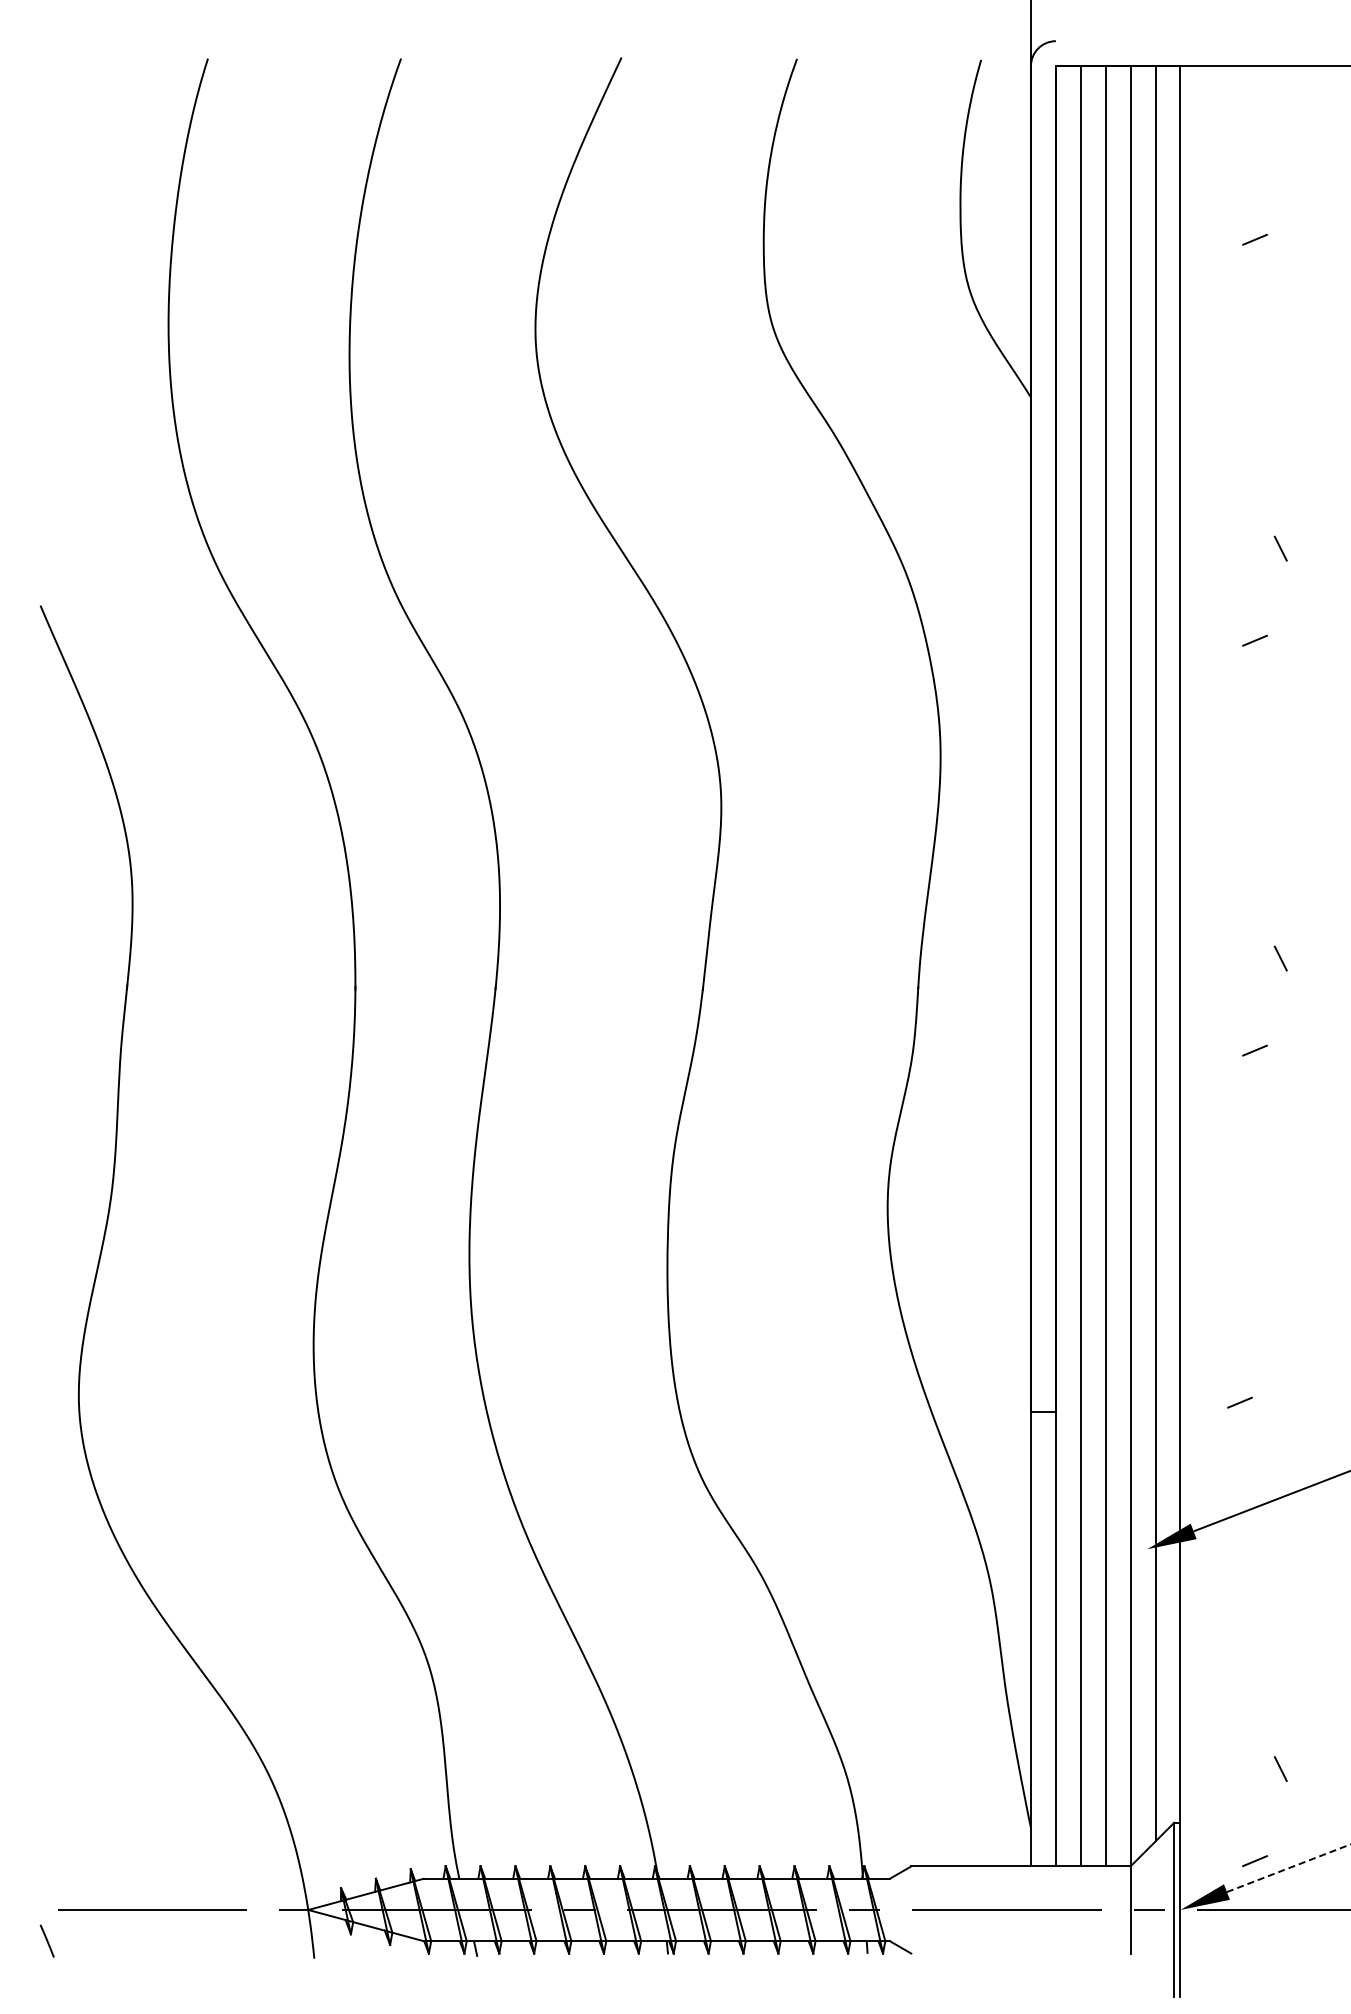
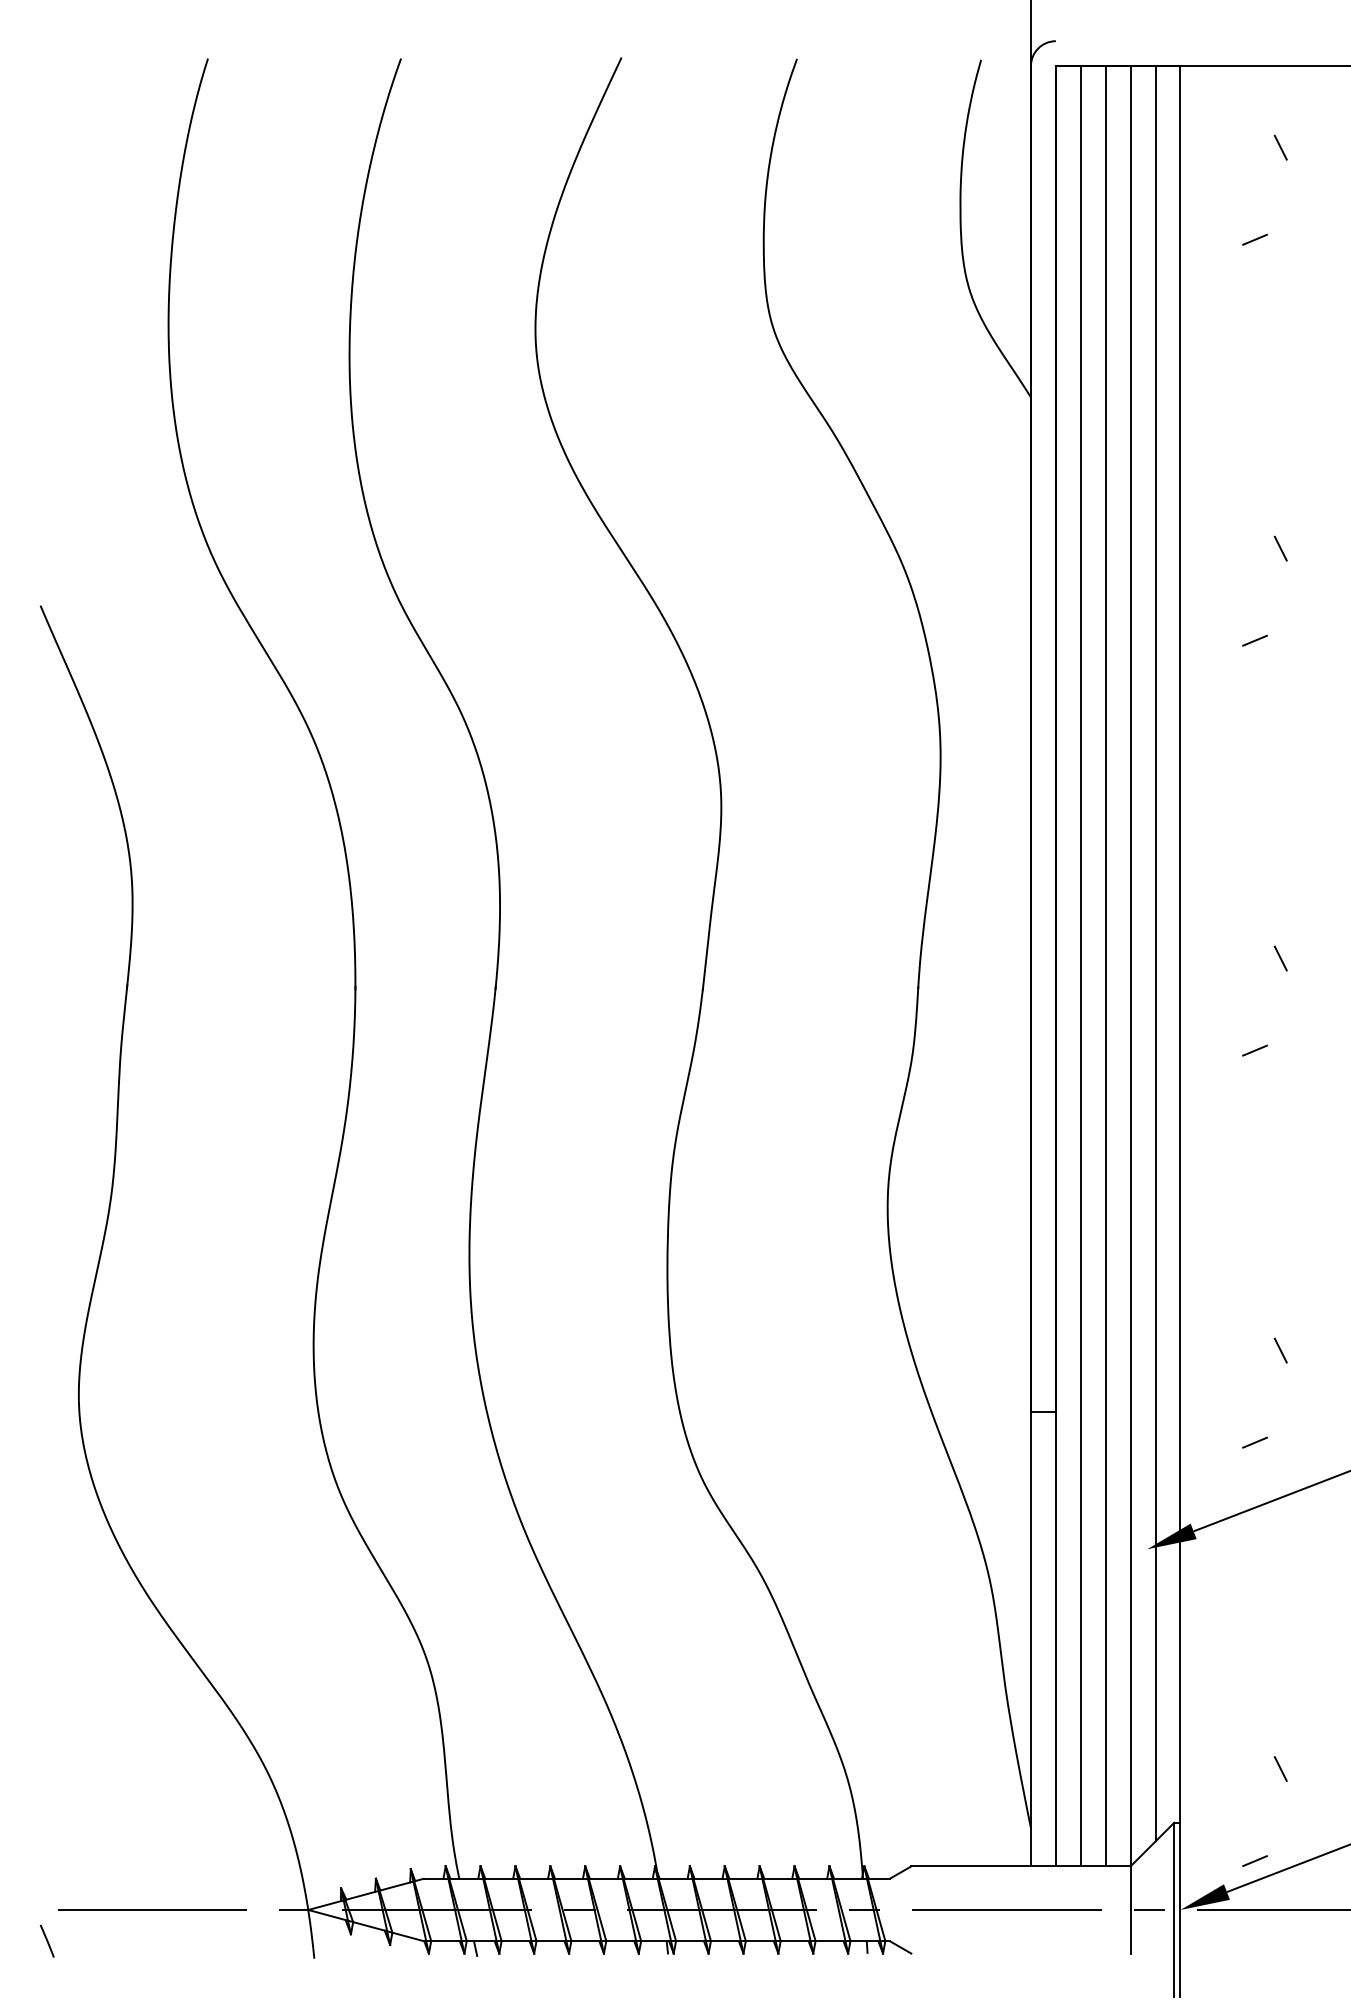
line at (1280, 147): none -> present
line at (1280, 1350): none -> present
line at (1239, 1402) position: (1239, 1402) -> (1254, 1442)
line at (1288, 1868): dashed -> solid
